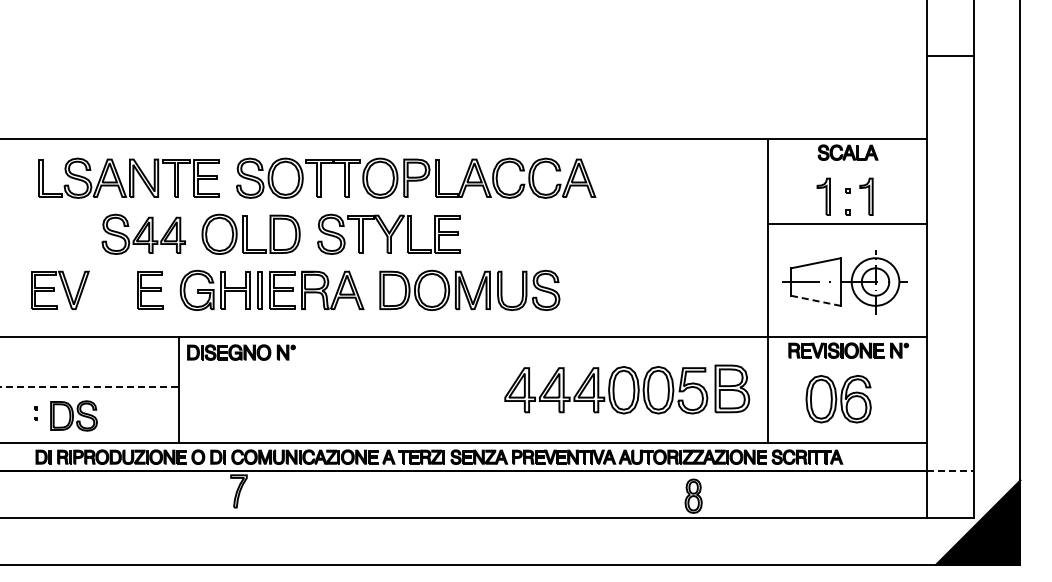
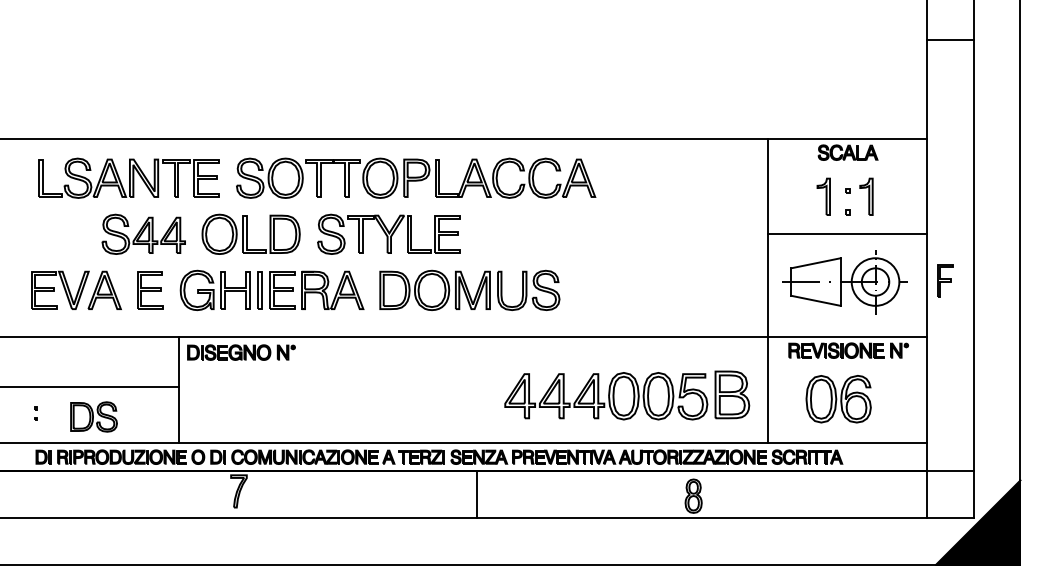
line at (949, 55) position: (949, 55) -> (949, 39)
line at (847, 223) position: (847, 223) -> (847, 233)
part at (945, 280): none -> present
part at (104, 289): none -> present
line at (816, 300): dashed -> solid
line at (90, 386): dashed -> solid
part at (627, 389) position: (627, 389) -> (627, 395)
part at (73, 415) position: (73, 415) -> (93, 416)
line at (950, 471): dashed -> solid
line at (477, 494): none -> present
